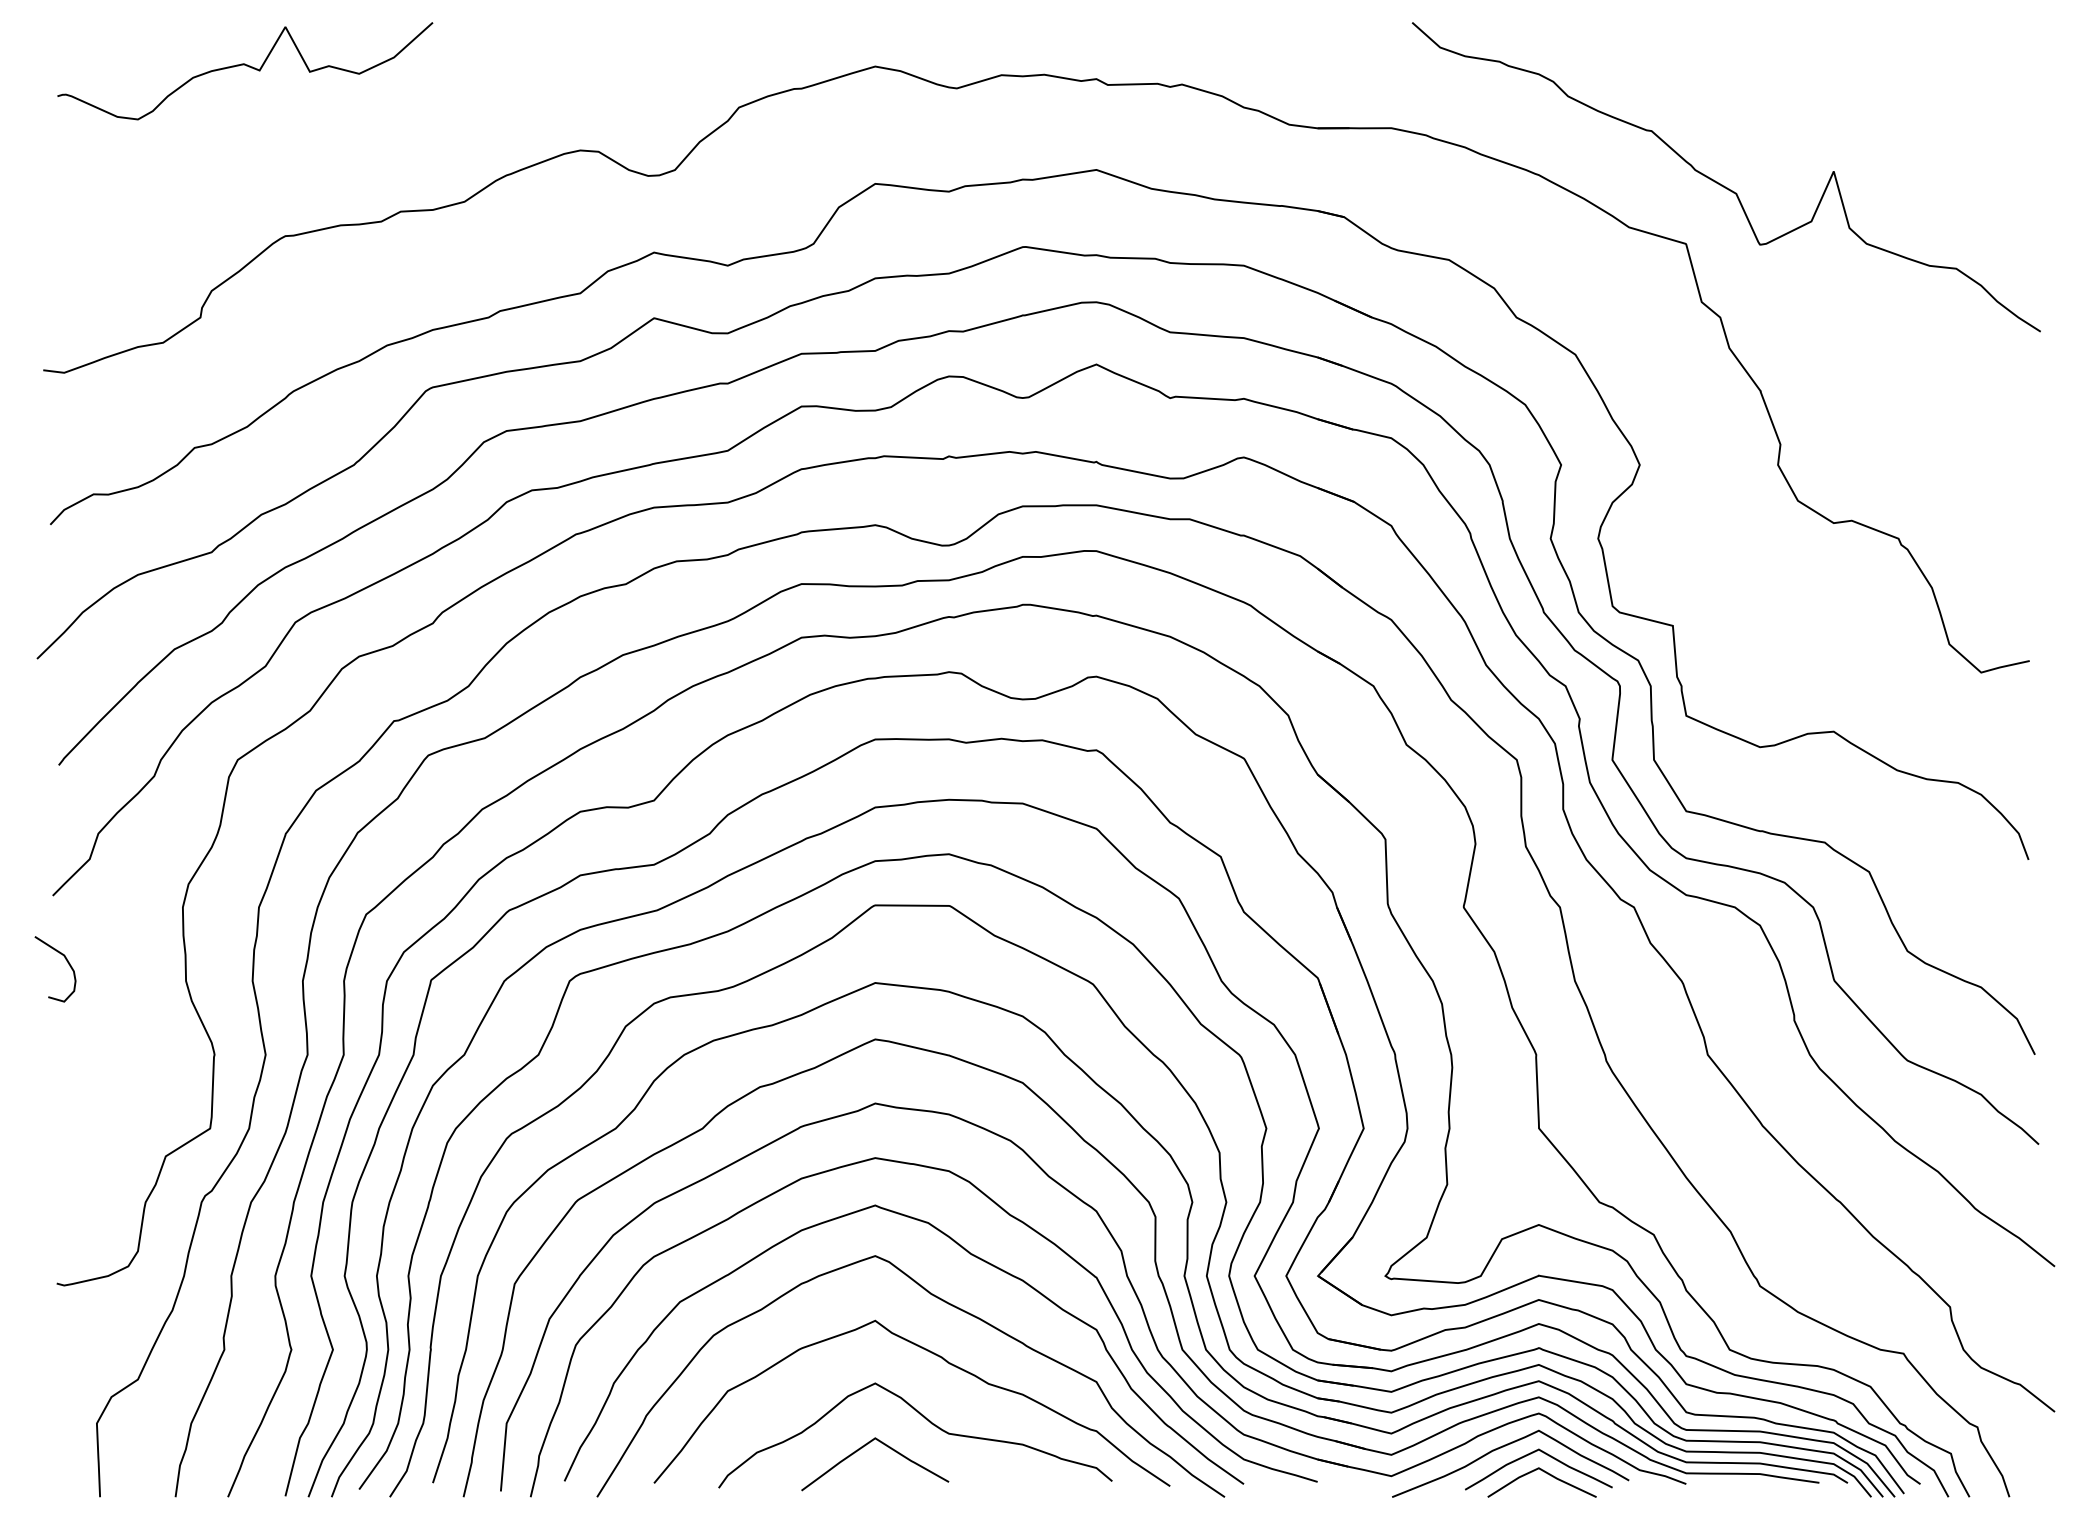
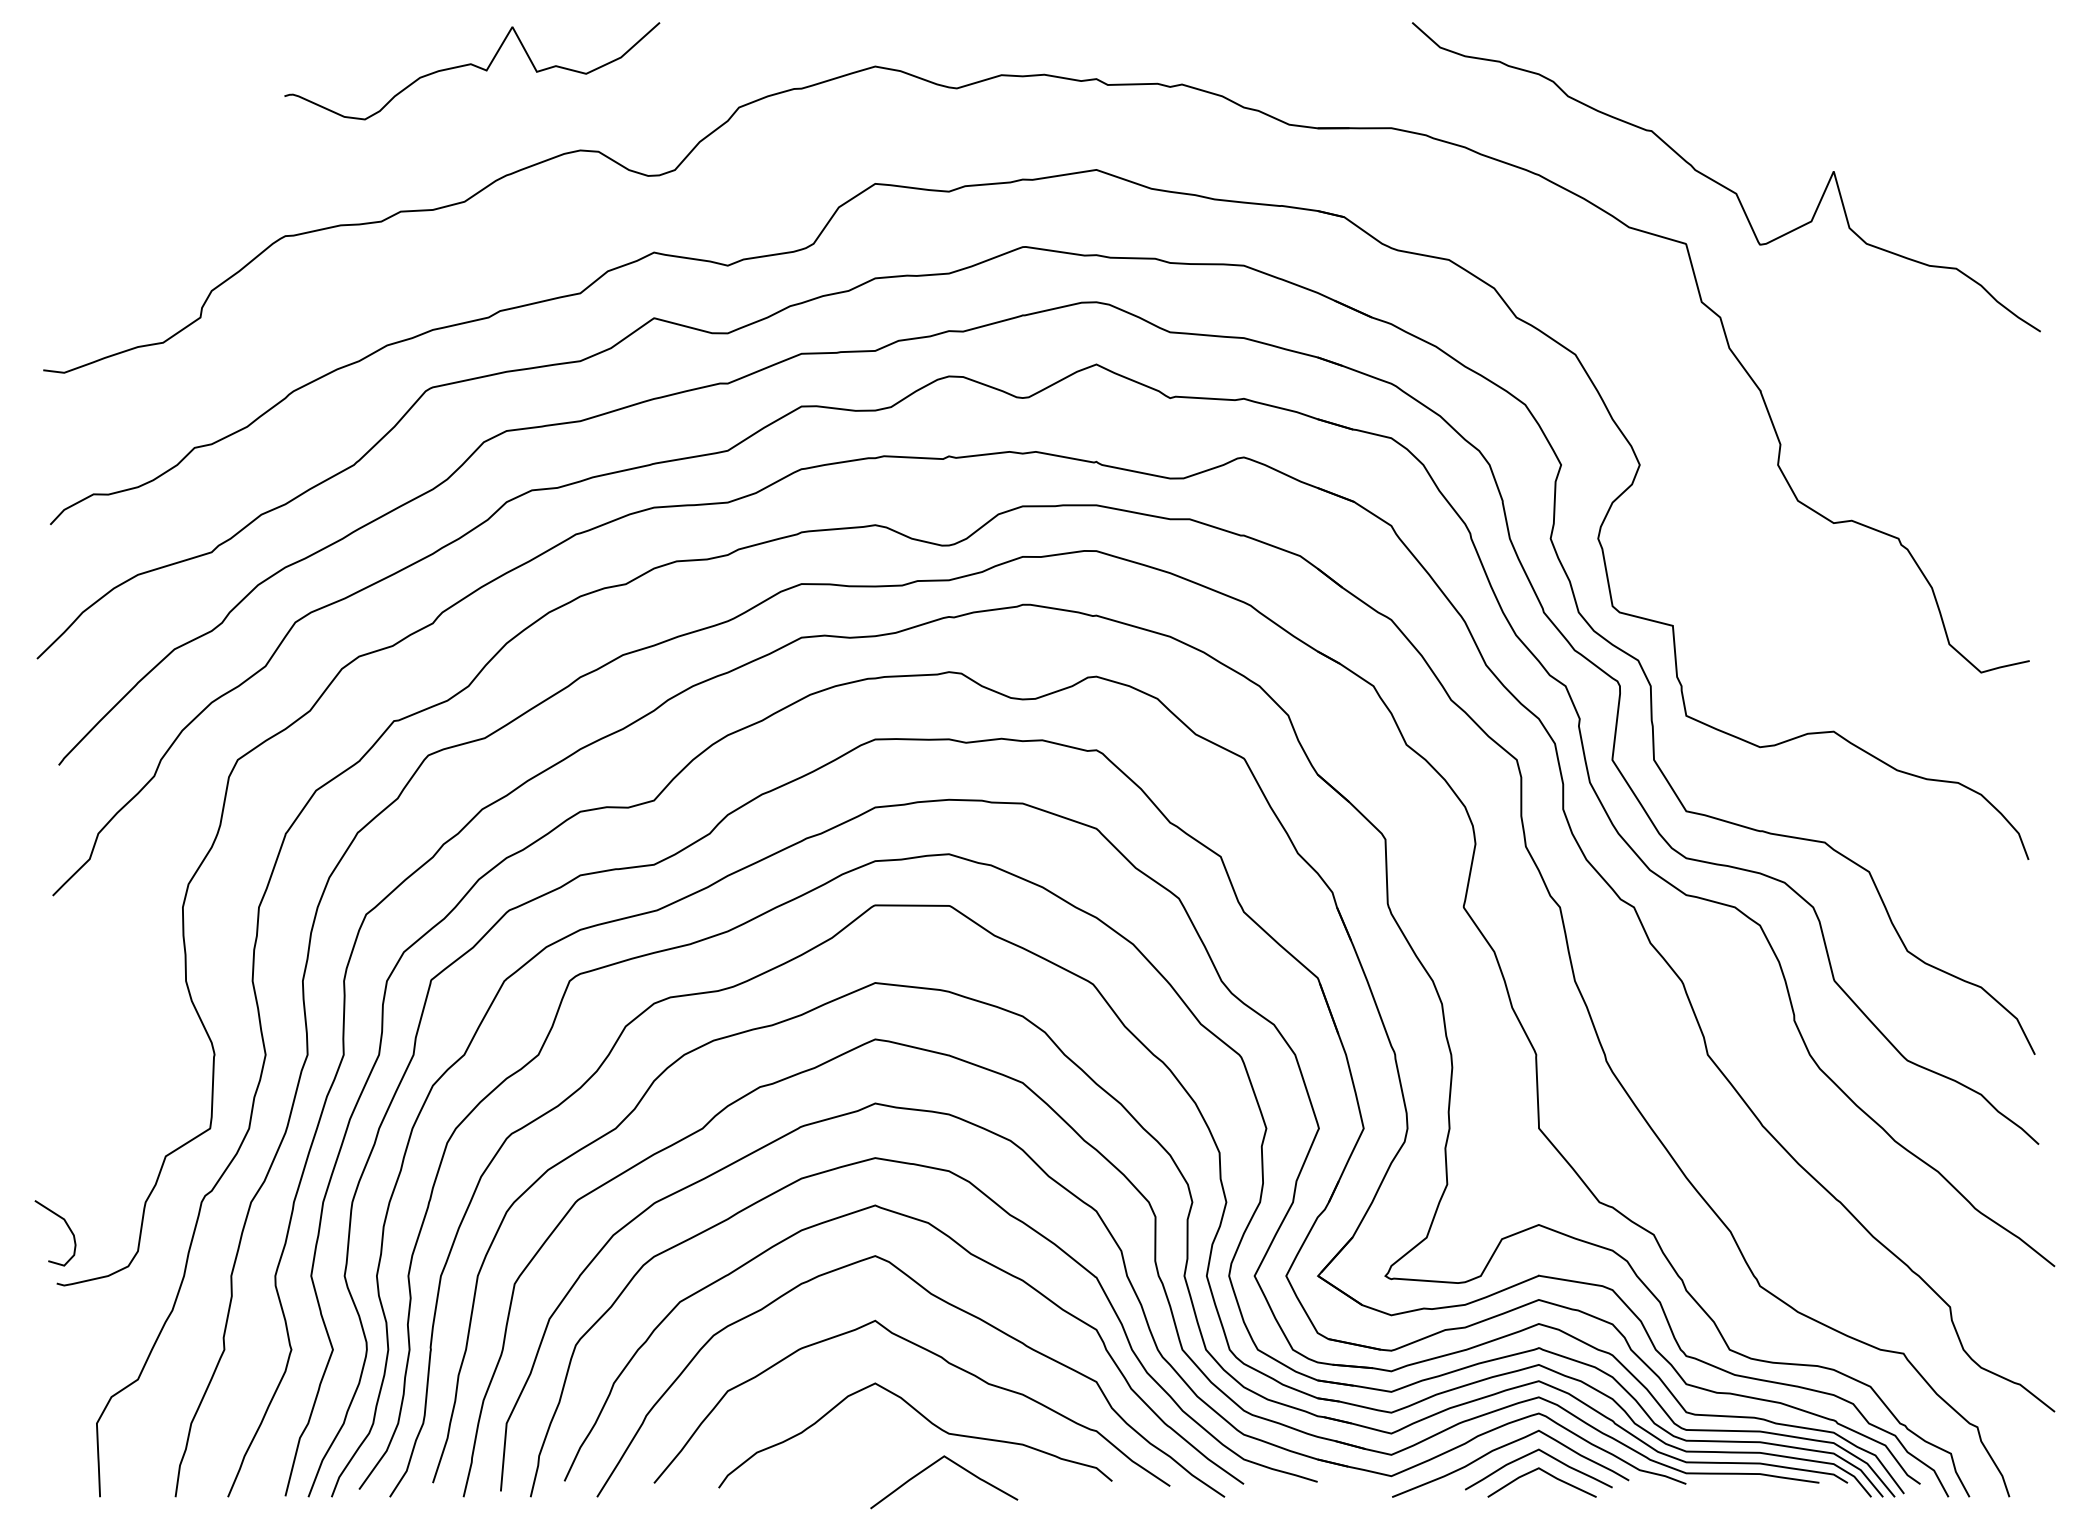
curve at (246, 66) position: (246, 66) -> (473, 66)
curve at (66, 961) position: (66, 961) -> (66, 1225)
curve at (865, 1446) position: (865, 1446) -> (934, 1464)
